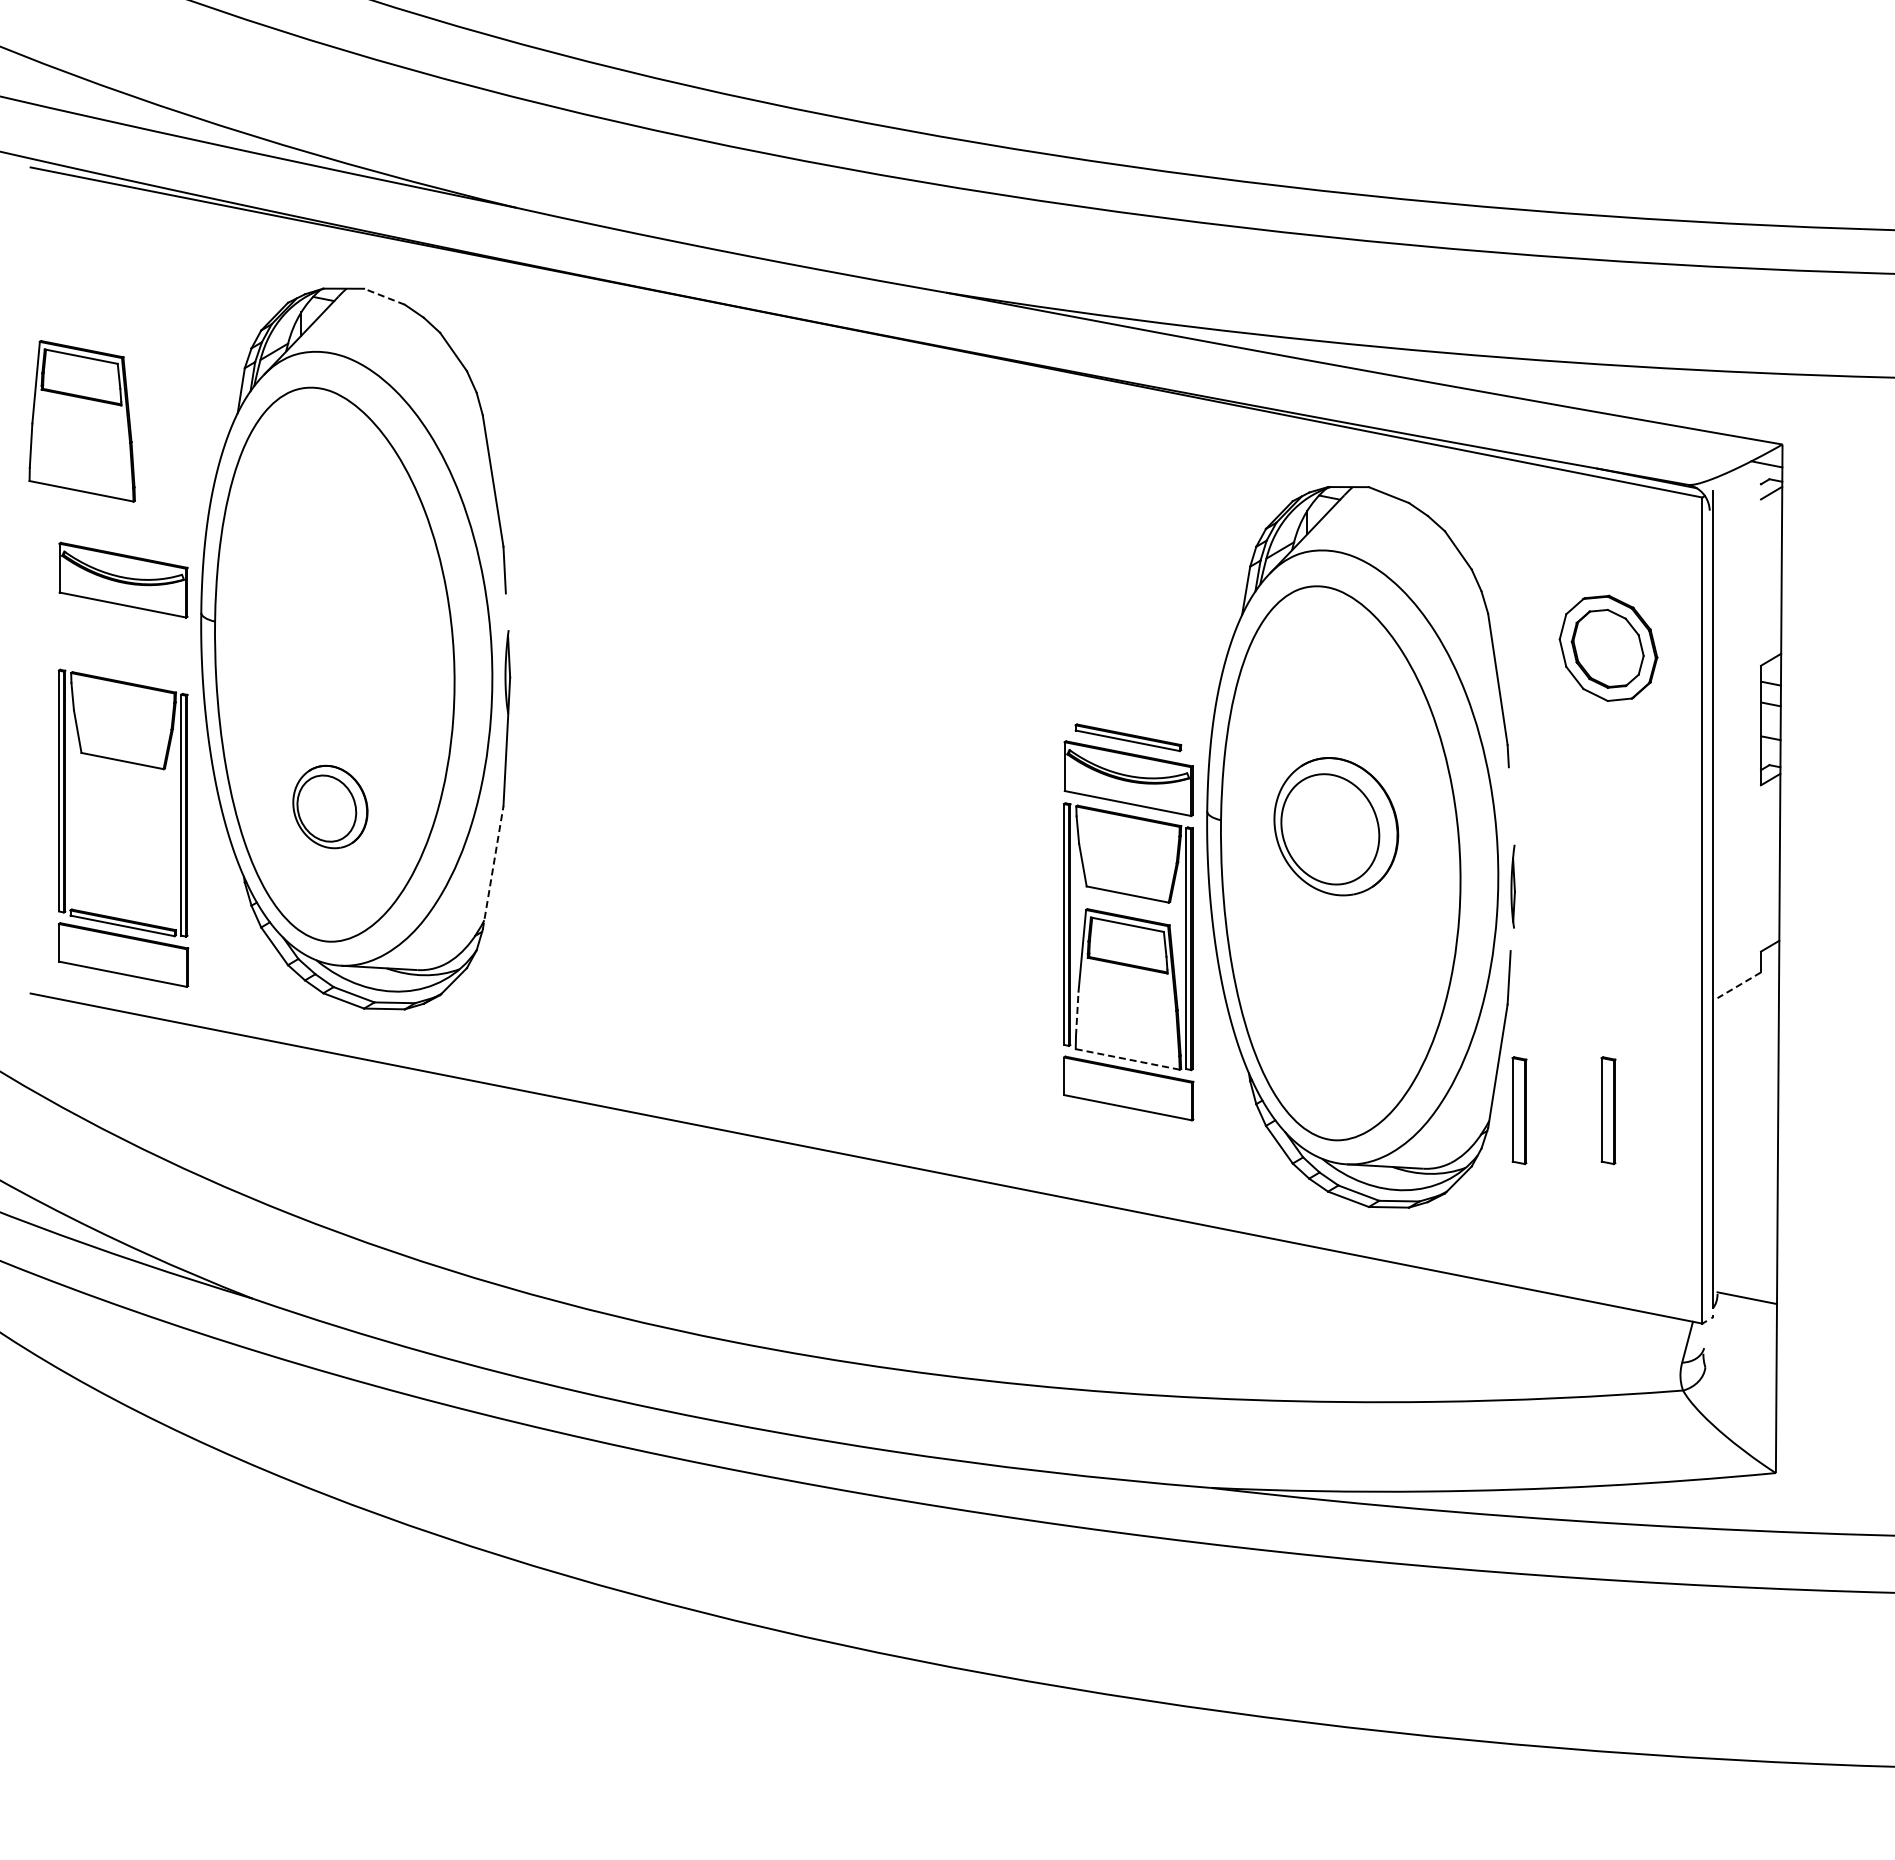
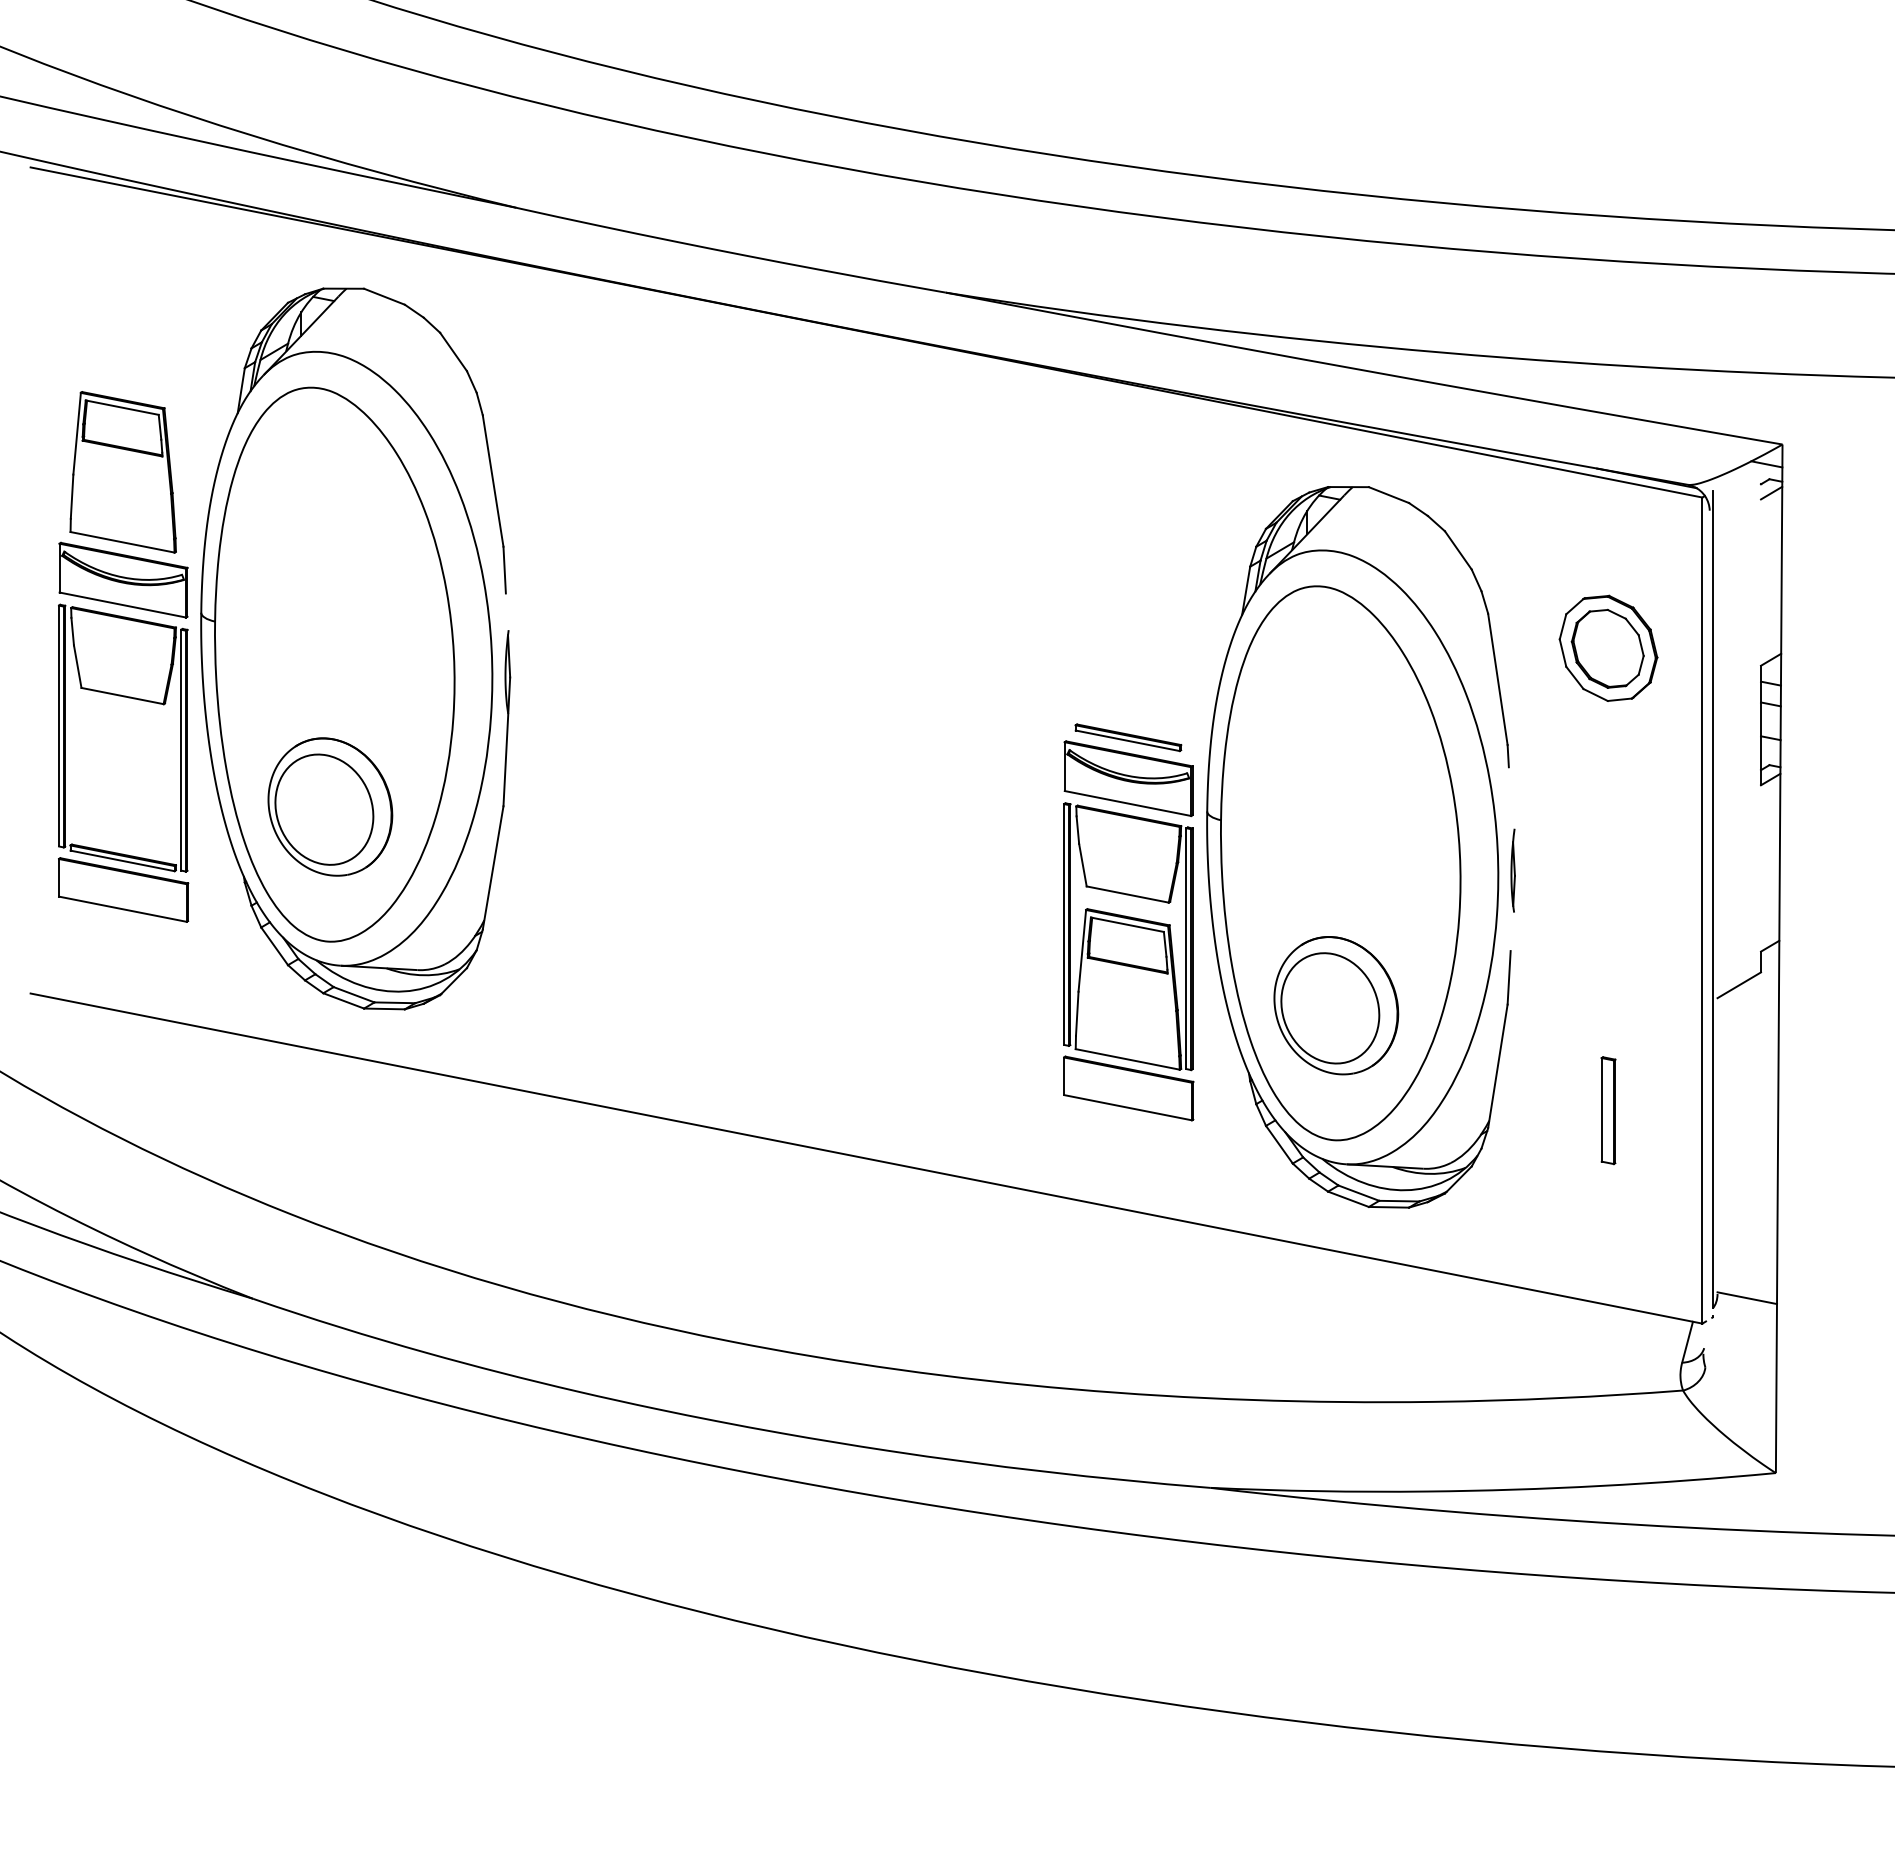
line at (384, 296): dashed -> solid
part at (81, 421) position: (81, 421) -> (122, 472)
part at (330, 806) size: 77x86 px -> 127x140 px
part at (1336, 826) position: (1336, 826) -> (1336, 1005)
part at (180, 827) position: (180, 827) -> (180, 762)
line at (493, 867): dashed -> solid
part at (1512, 886) position: (1512, 886) -> (1512, 870)
line at (1738, 985): dashed -> solid
line at (1077, 1013): dashed -> solid
line at (1127, 1059): dashed -> solid
part at (1519, 1110): present -> none
